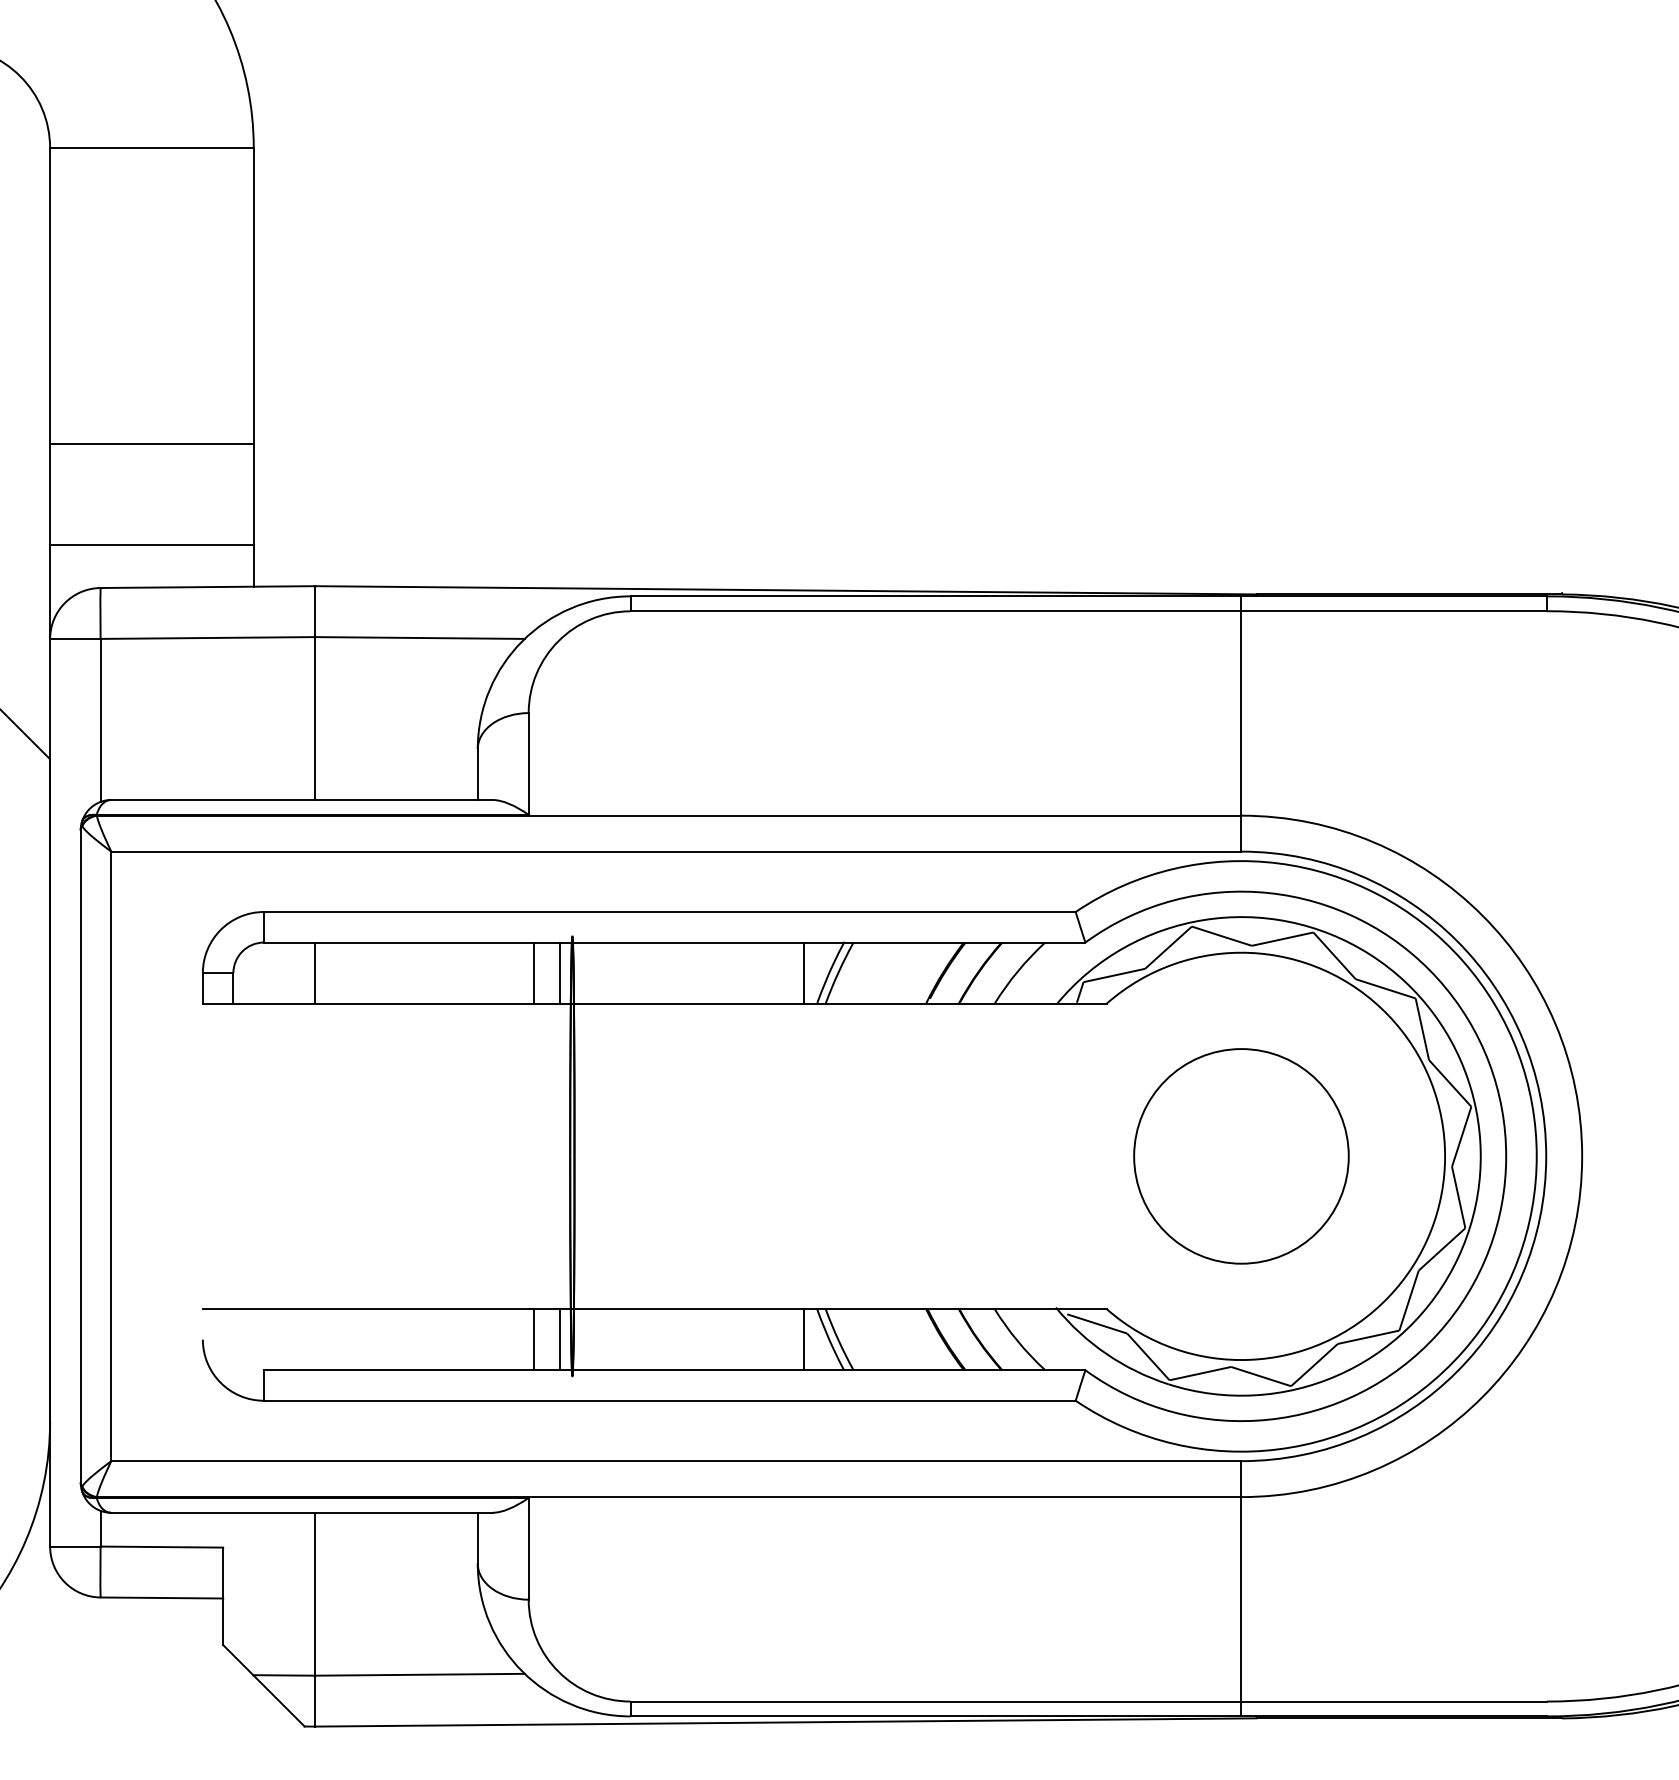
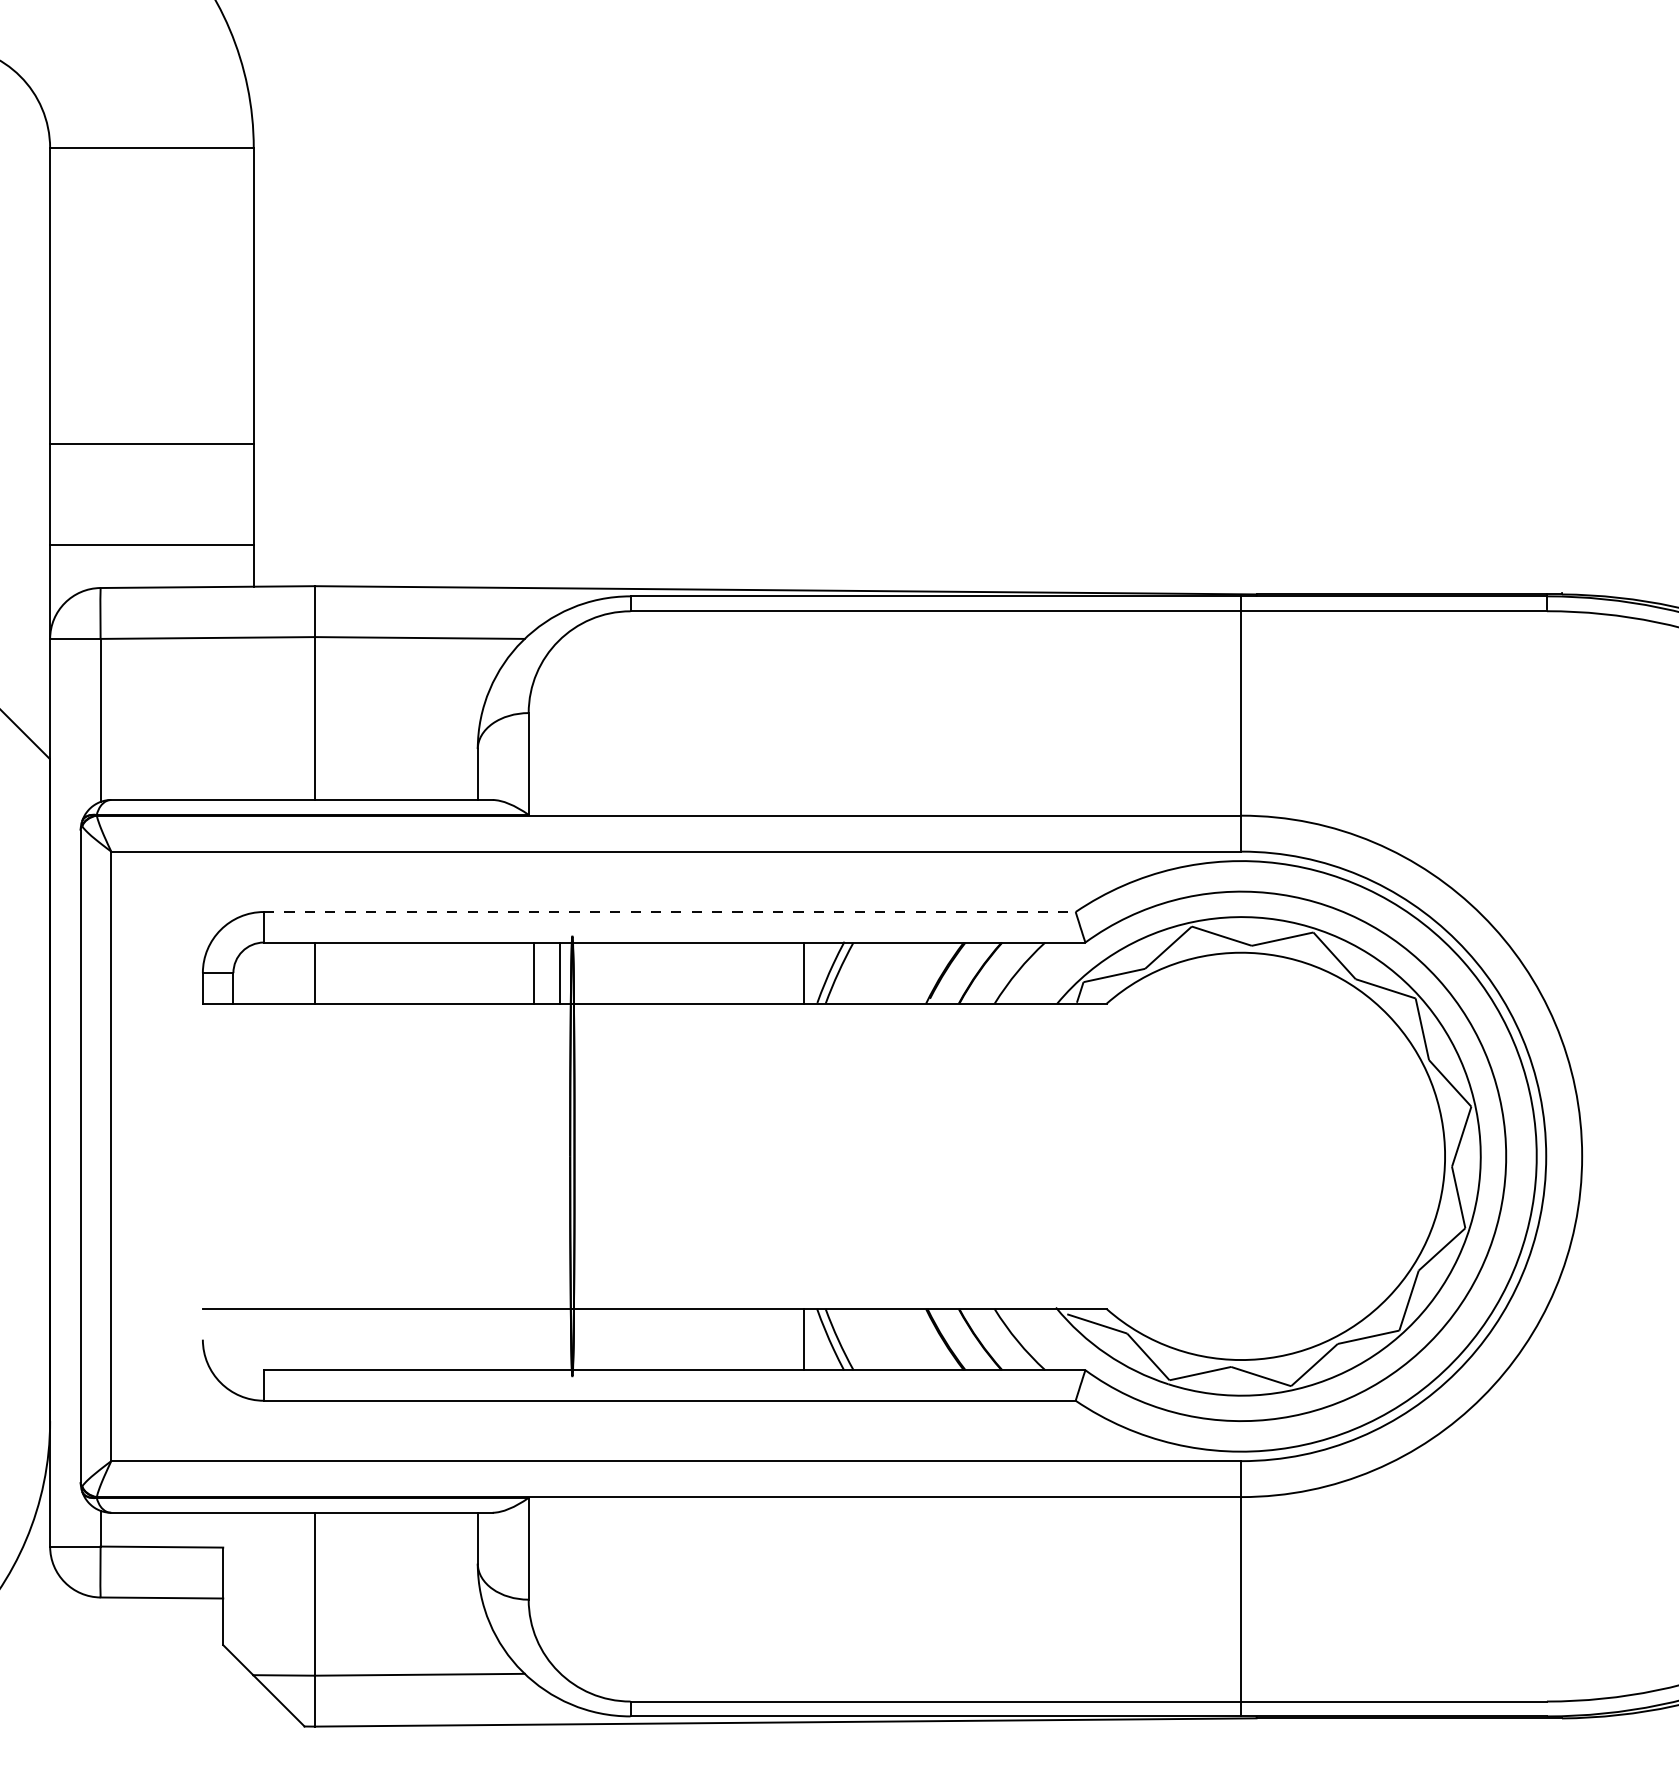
line at (669, 912): solid -> dashed
circle at (1241, 1156): present -> none
line at (534, 1339): present -> none
line at (559, 1339): present -> none
